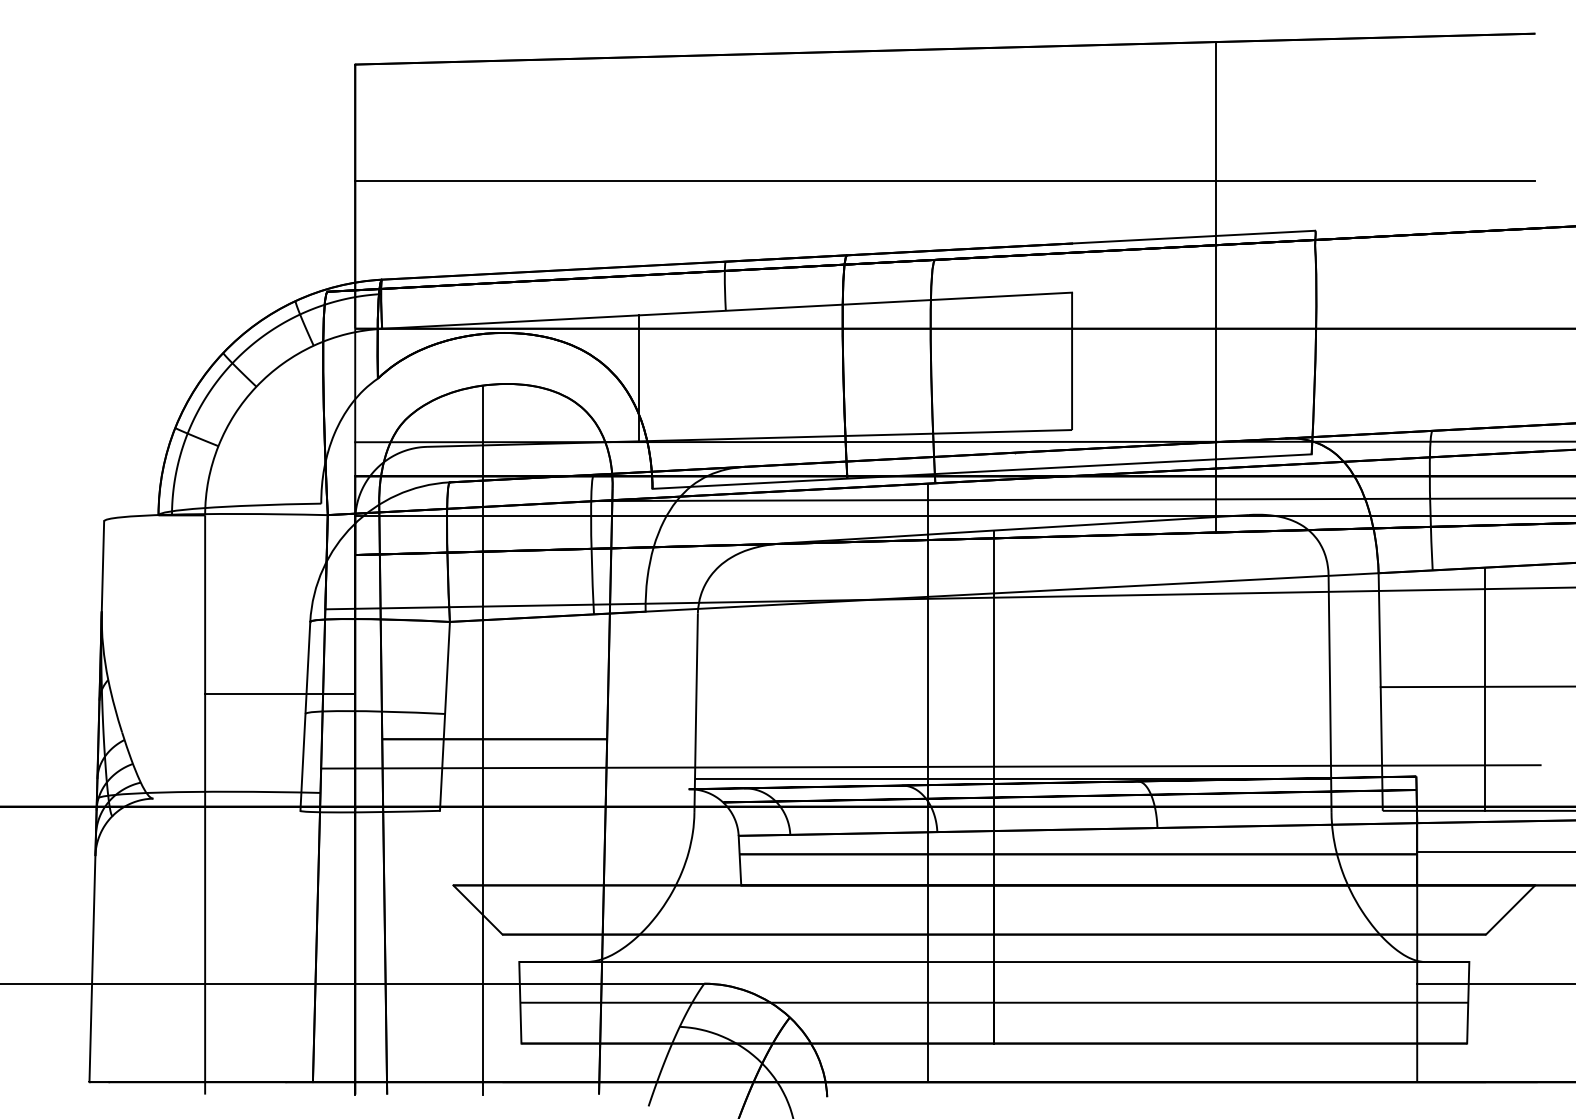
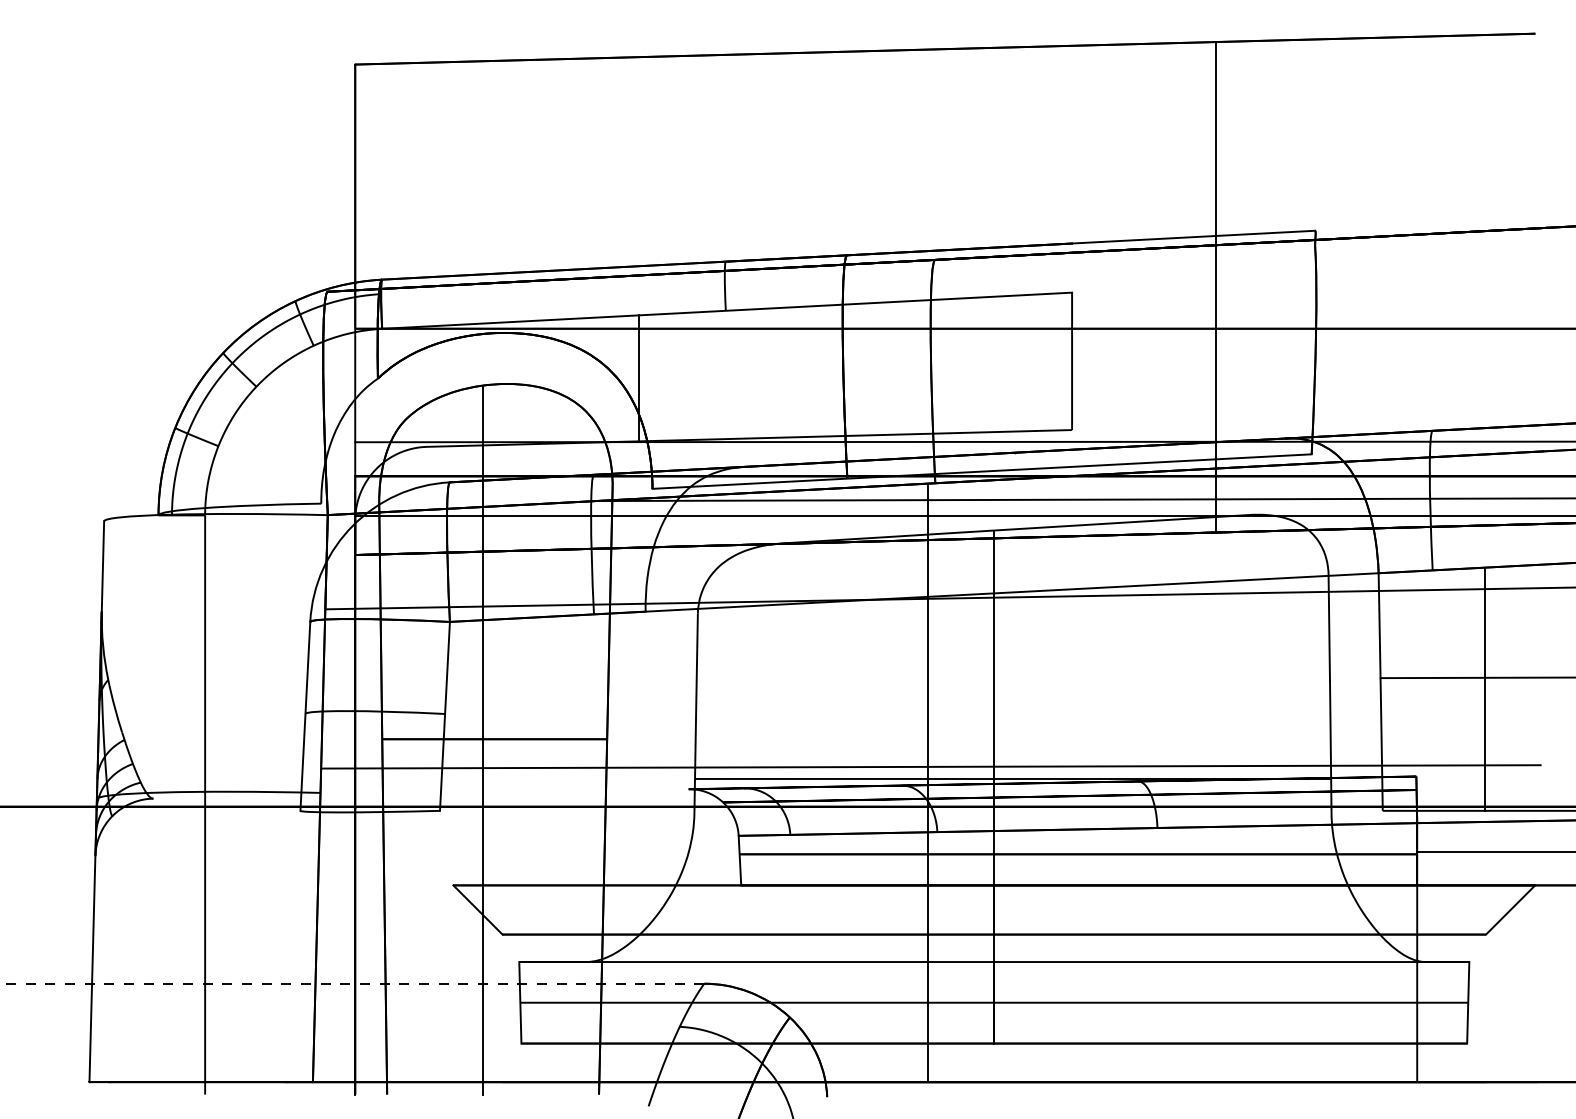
line at (945, 181): present -> none
line at (1476, 686) position: (1476, 686) -> (1476, 677)
line at (280, 693): present -> none
line at (352, 983): solid -> dashed
line at (1494, 983): present -> none
